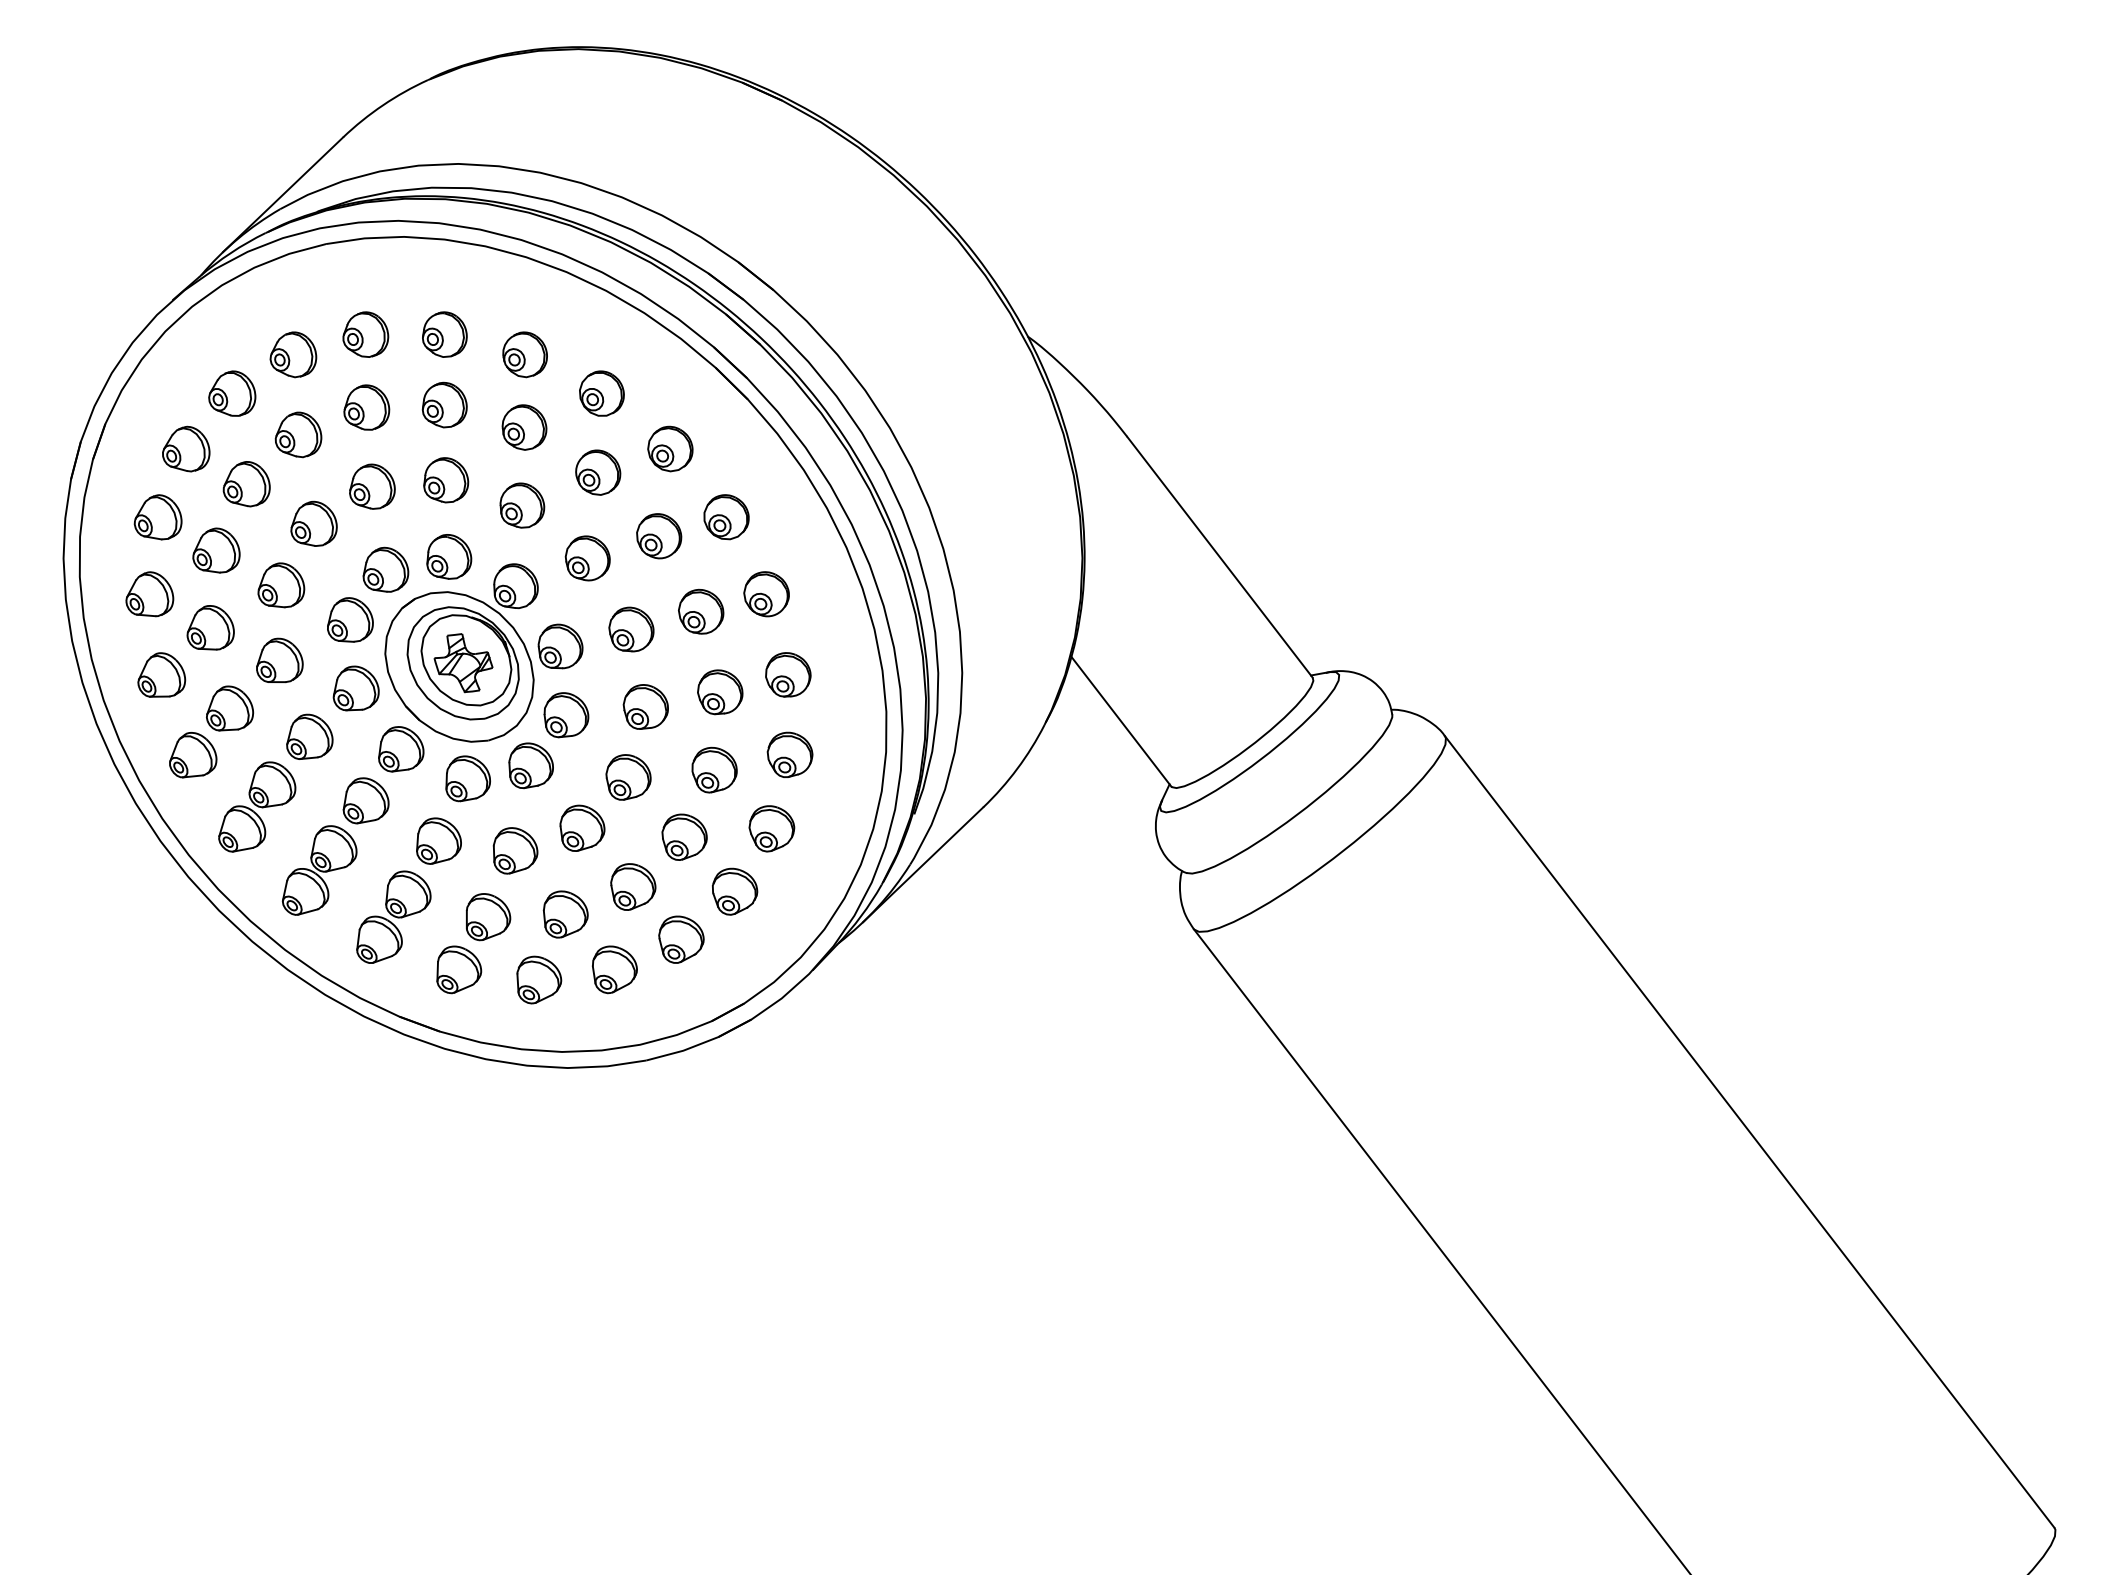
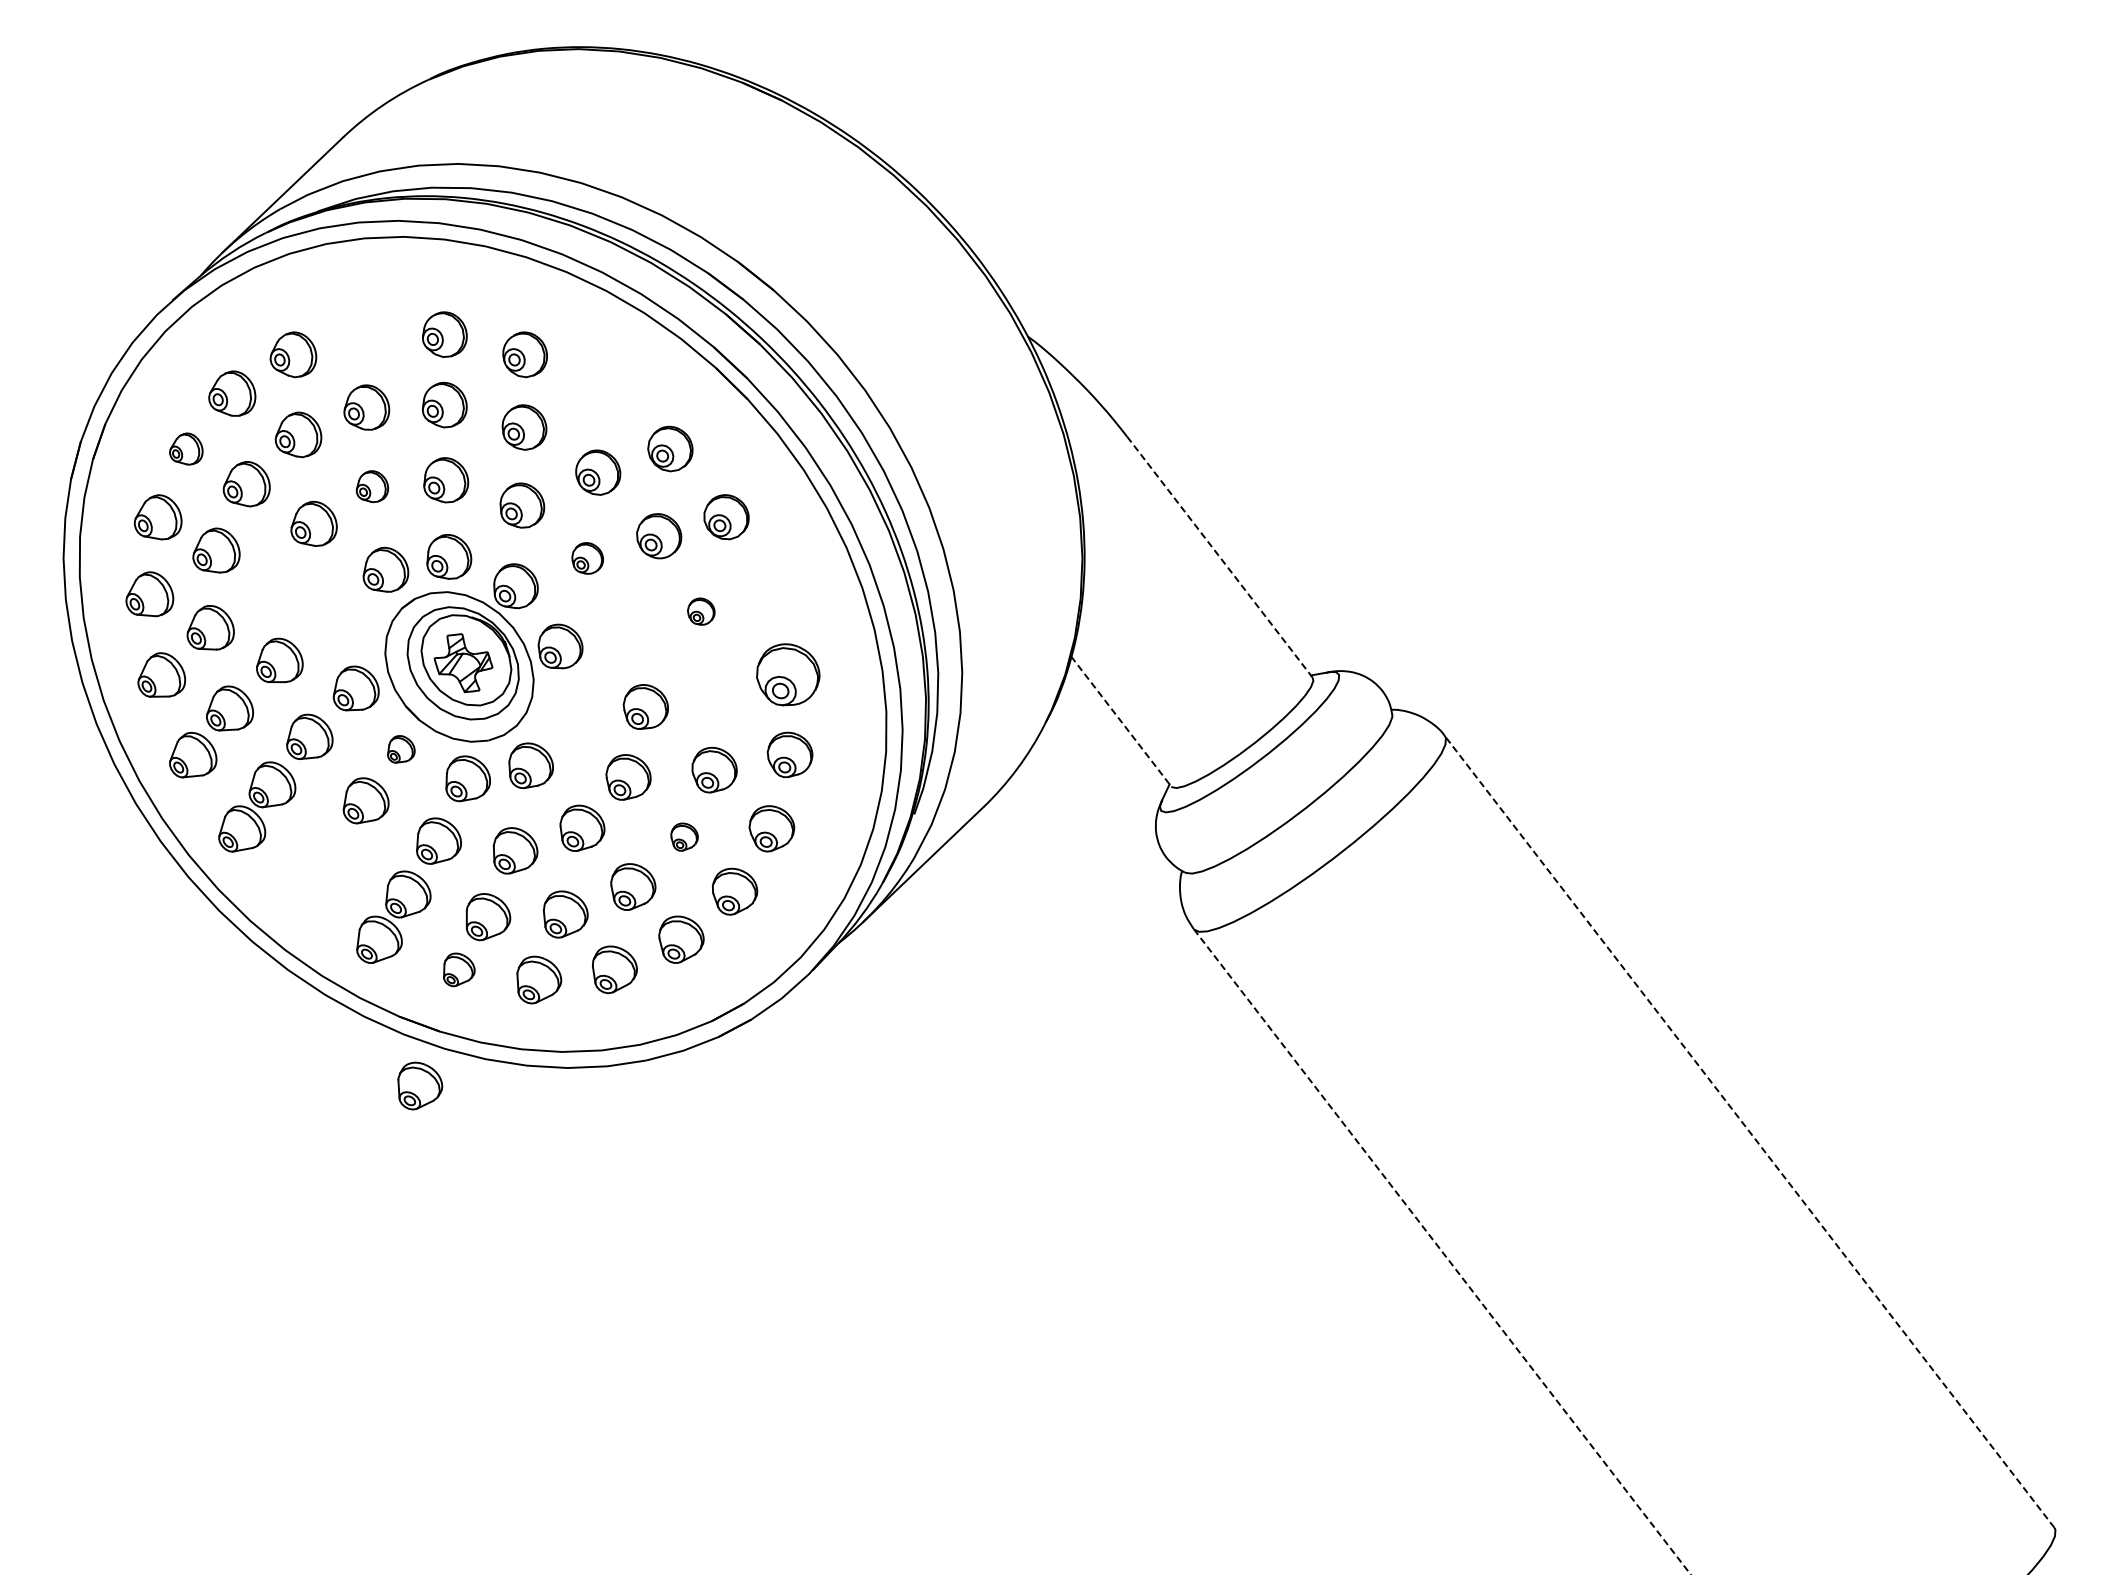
part at (365, 334): present -> none
part at (601, 393): present -> none
part at (186, 448) size: 49x48 px -> 35x34 px
part at (372, 486) size: 47x47 px -> 35x34 px
line at (1220, 557): solid -> dashed
part at (587, 558) size: 47x47 px -> 33x33 px
part at (281, 585): present -> none
part at (766, 594): present -> none
part at (701, 611) size: 47x47 px -> 29x29 px
part at (350, 619): present -> none
part at (631, 629): present -> none
part at (788, 674) size: 47x46 px -> 65x64 px
part at (720, 692): present -> none
part at (566, 715): present -> none
line at (1121, 721): solid -> dashed
part at (401, 749) size: 47x47 px -> 29x29 px
part at (684, 836) size: 47x48 px -> 29x30 px
part at (319, 870): present -> none
part at (459, 969) size: 47x50 px -> 33x36 px
part at (420, 1085): none -> present
line at (1749, 1131): solid -> dashed
line at (1442, 1252): solid -> dashed
